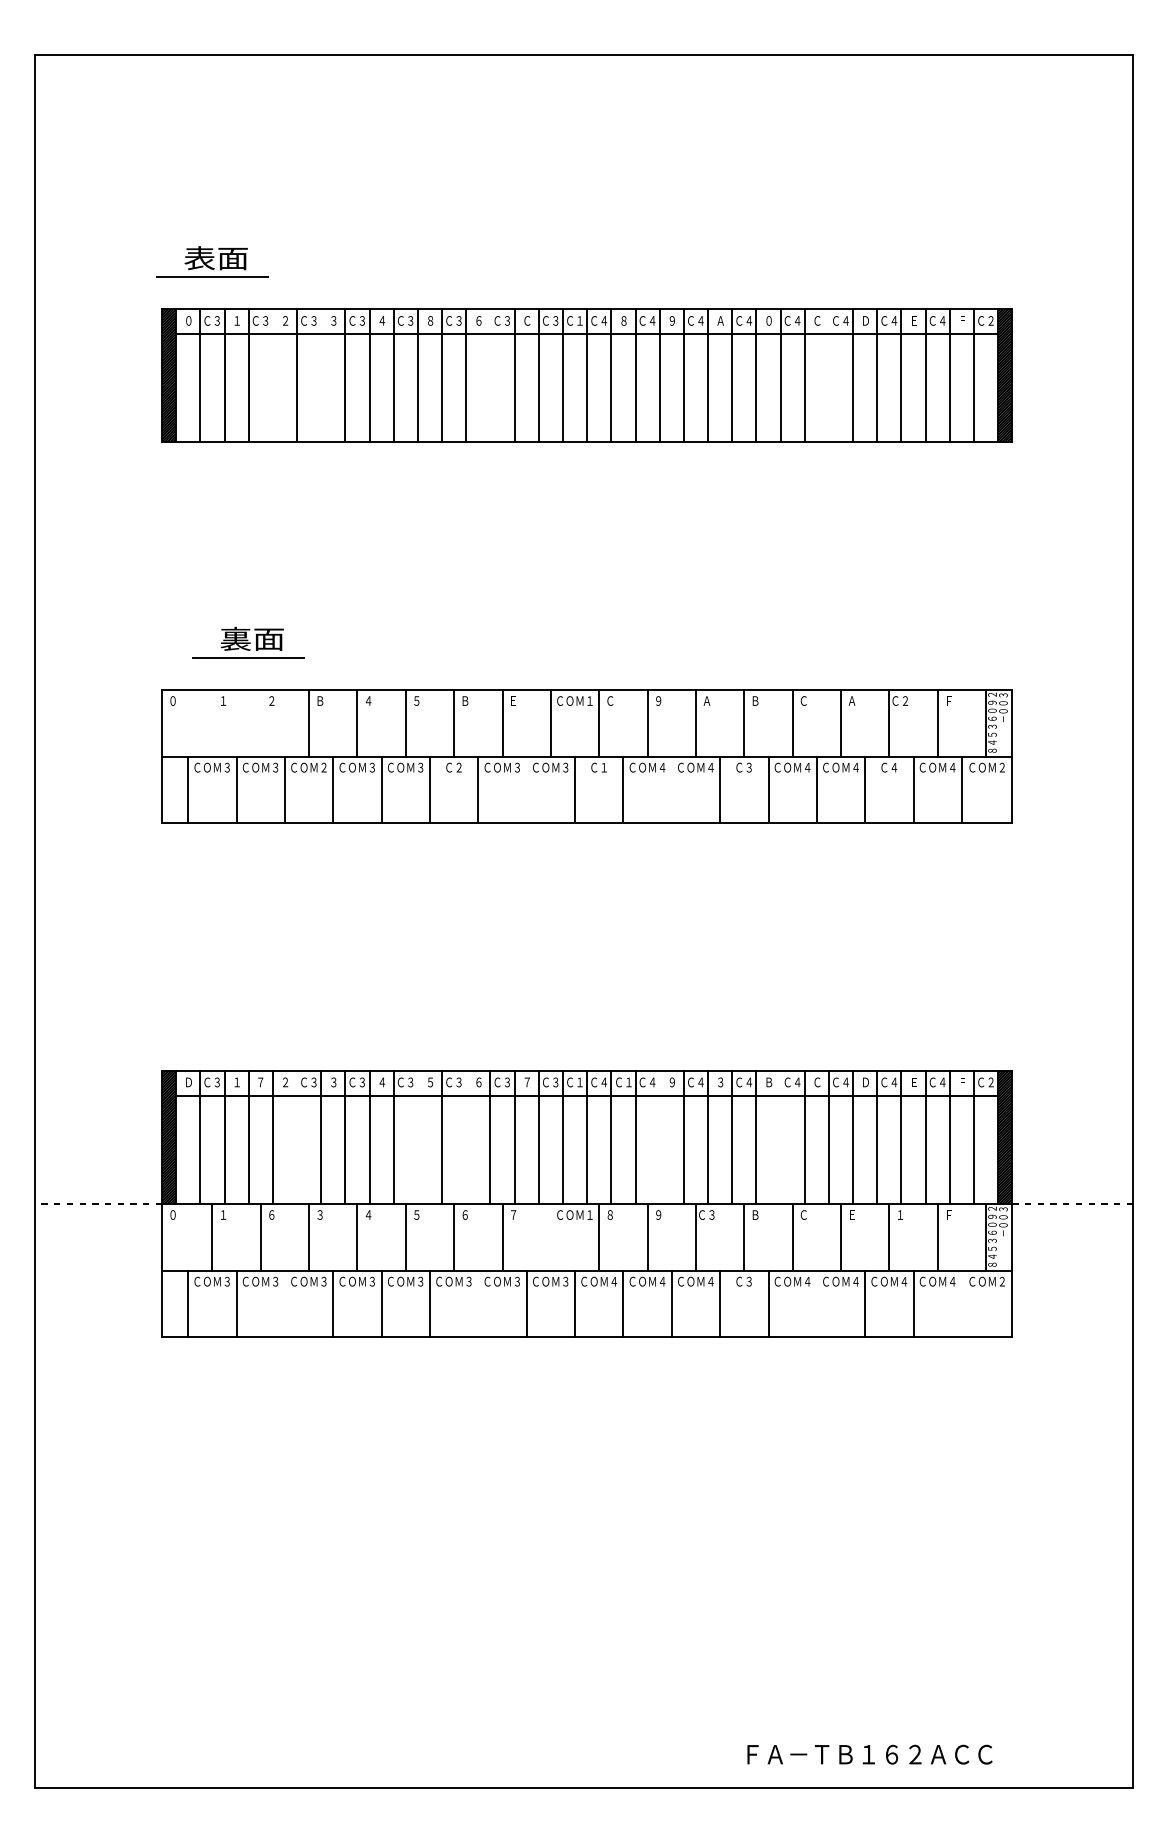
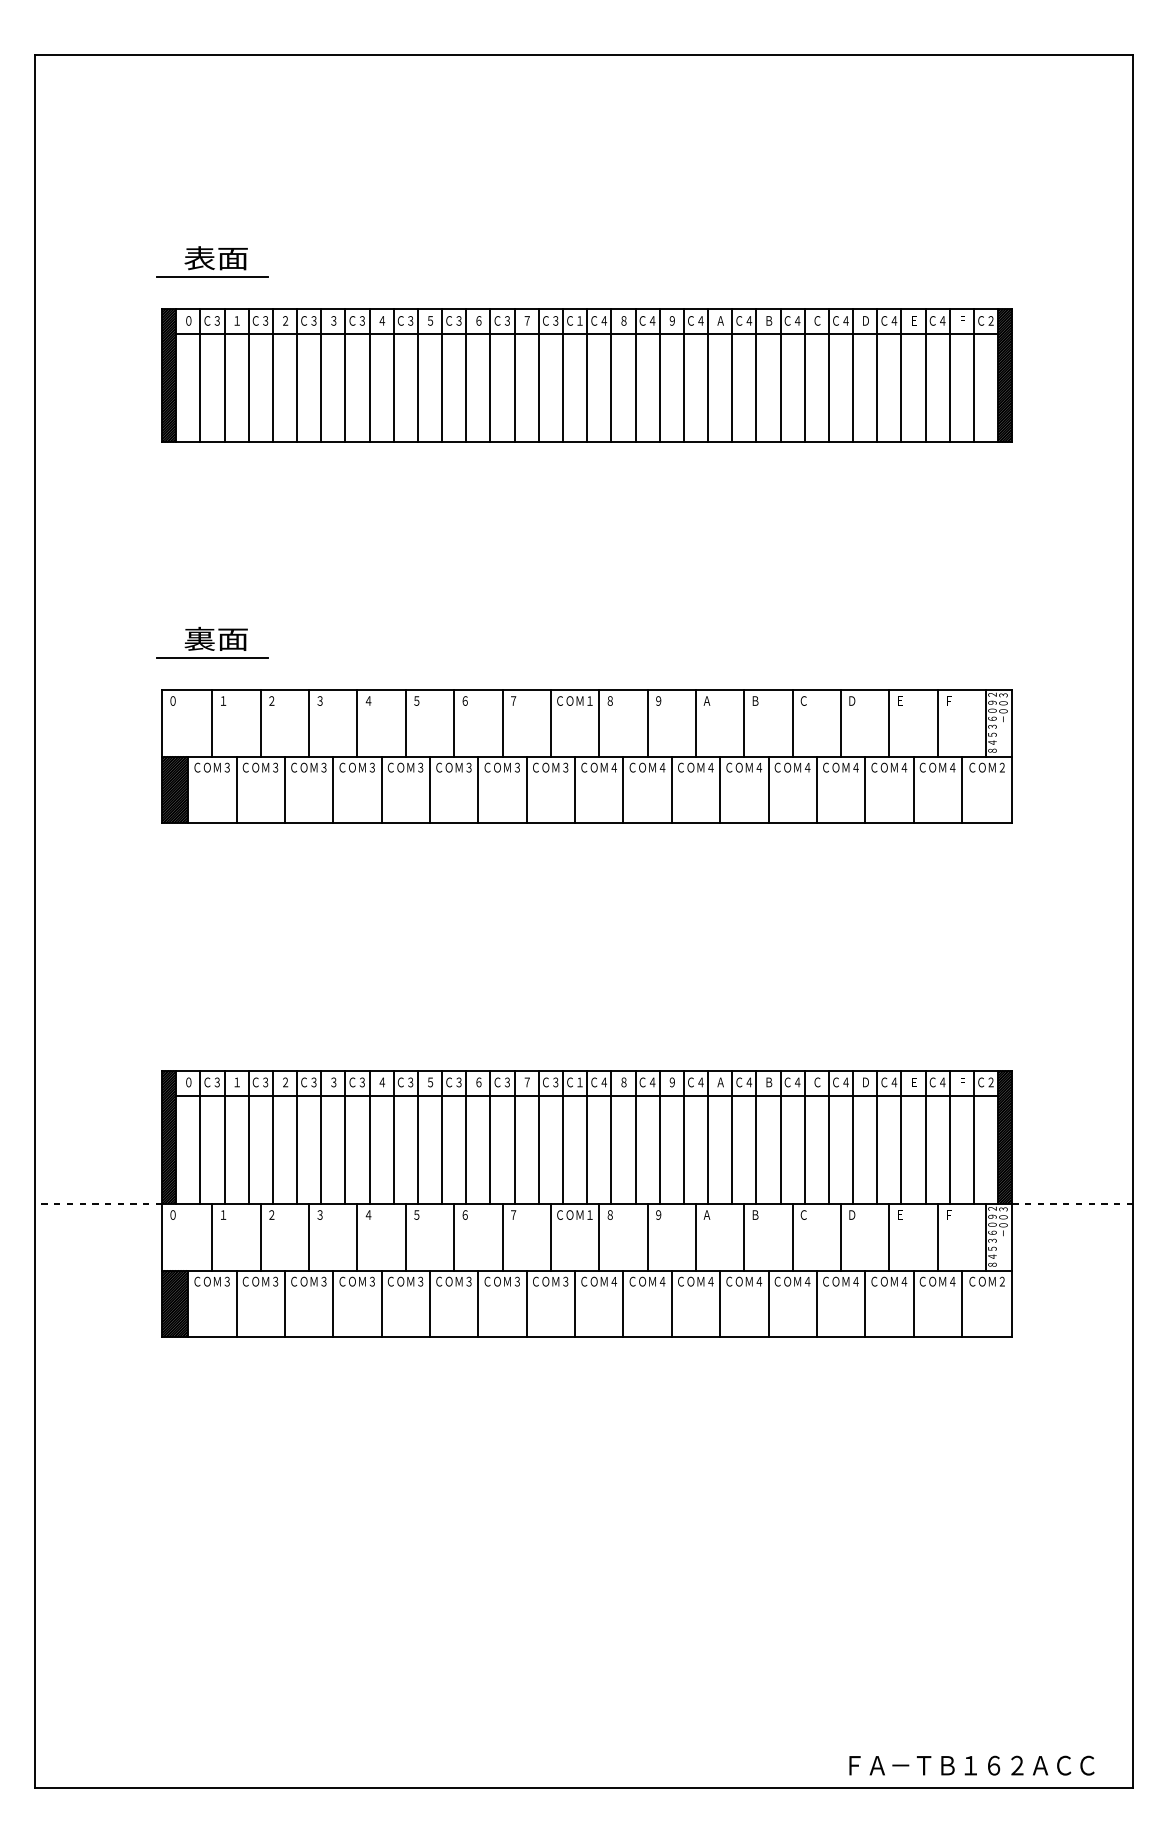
text at (430, 320): ８ -> ５
text at (527, 320): Ｃ -> ７
text at (769, 320): ０ -> Ｂ
line at (272, 375): none -> present
line at (321, 375): none -> present
line at (490, 375): none -> present
line at (828, 375): none -> present
part at (248, 642) position: (248, 642) -> (212, 642)
text at (320, 700): Ｂ -> ３
text at (465, 700): Ｂ -> ６
text at (513, 700): Ｅ -> ７
text at (610, 700): Ｃ -> ８
text at (851, 700): Ａ -> Ｄ
text at (900, 700): Ｃ２ -> Ｅ
line at (212, 722): none -> present
line at (260, 722): none -> present
text at (453, 767): Ｃ２ -> ＣＯＭ３
text at (599, 767): Ｃ１ -> ＣＯＭ４
text at (744, 767): Ｃ３ -> ＣＯＭ４
text at (889, 767): Ｃ４ -> ＣＯＭ４
text at (323, 768): ＣＯＭ２ -> ＣＯＭ３
hatch at (175, 789): none -> present
line at (526, 789): none -> present
line at (671, 789): none -> present
text at (188, 1082): Ｄ -> ０
text at (260, 1082): ７ -> Ｃ３
text at (623, 1082): Ｃ１ -> ８
text at (720, 1082): ３ -> Ａ
line at (297, 1136): none -> present
line at (417, 1136): none -> present
line at (466, 1136): none -> present
line at (659, 1136): none -> present
line at (780, 1136): none -> present
text at (271, 1214): ６ -> ２
text at (706, 1214): Ｃ３ -> Ａ
text at (852, 1214): Ｅ -> Ｄ
text at (900, 1214): １ -> Ｅ
line at (550, 1236): none -> present
text at (744, 1281): Ｃ３ -> ＣＯＭ４
hatch at (175, 1303): none -> present
line at (284, 1303): none -> present
line at (478, 1303): none -> present
line at (816, 1303): none -> present
line at (961, 1303): none -> present
text at (869, 1754) position: (869, 1754) -> (971, 1765)
